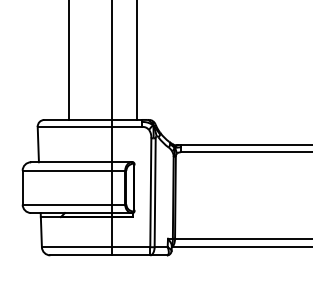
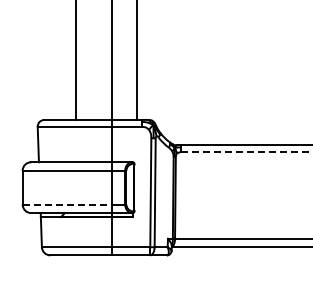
line at (69, 60) position: (69, 60) -> (76, 60)
line at (246, 152): solid -> dashed
line at (67, 204): solid -> dashed
